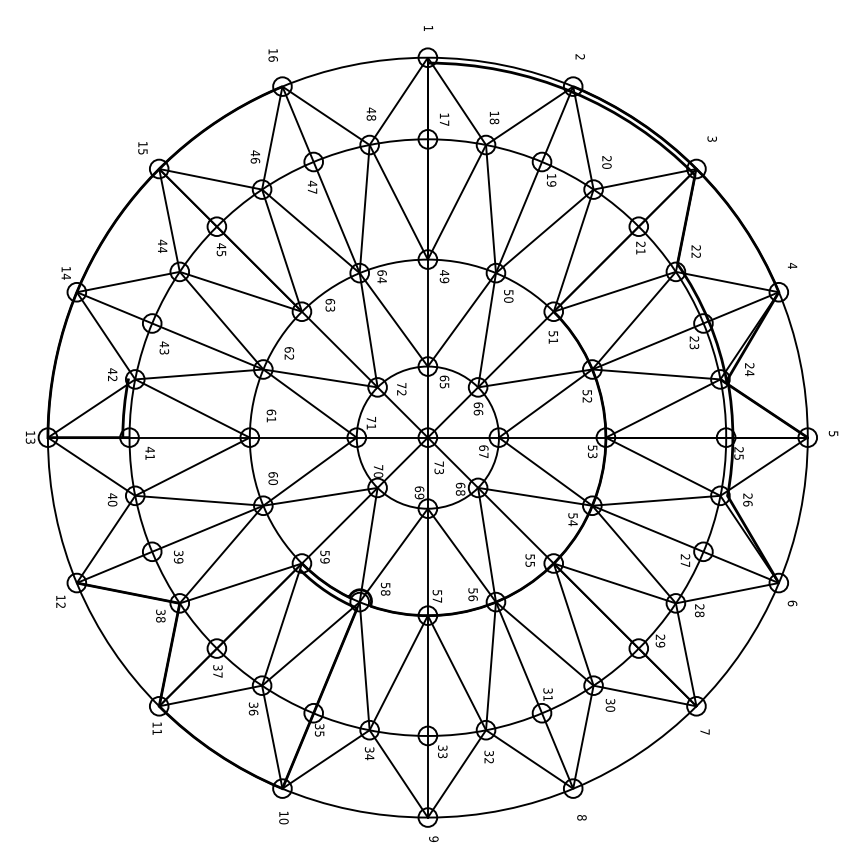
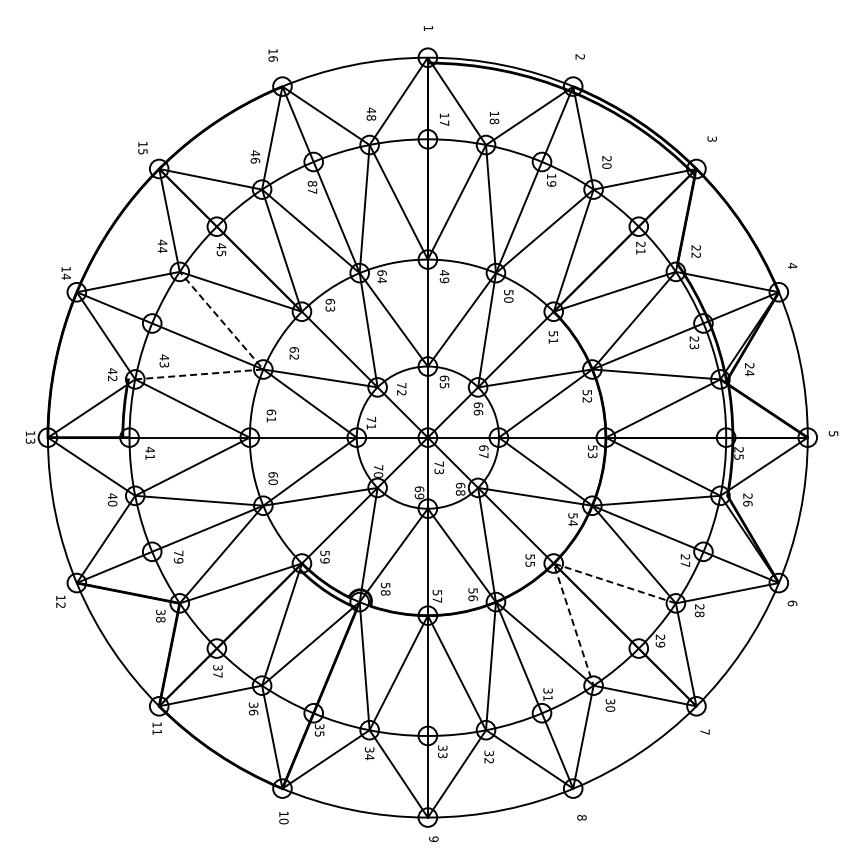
text at (312, 183): 47 -> 87
text at (164, 347) position: (164, 347) -> (164, 360)
text at (289, 353) position: (289, 353) -> (294, 353)
line at (263, 369): solid -> dashed
text at (178, 553): 39 -> 79
line at (553, 563): solid -> dashed
